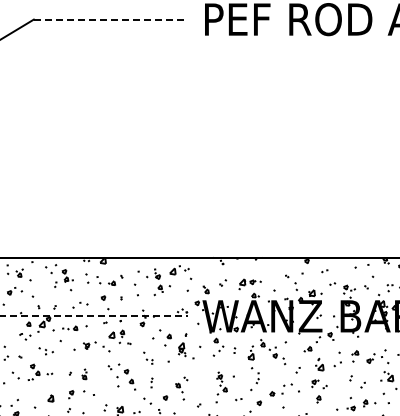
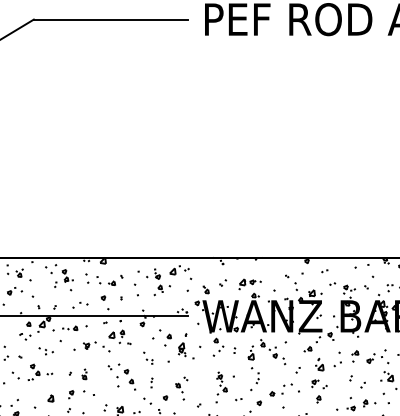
line at (111, 19): dashed -> solid
line at (94, 316): dashed -> solid
